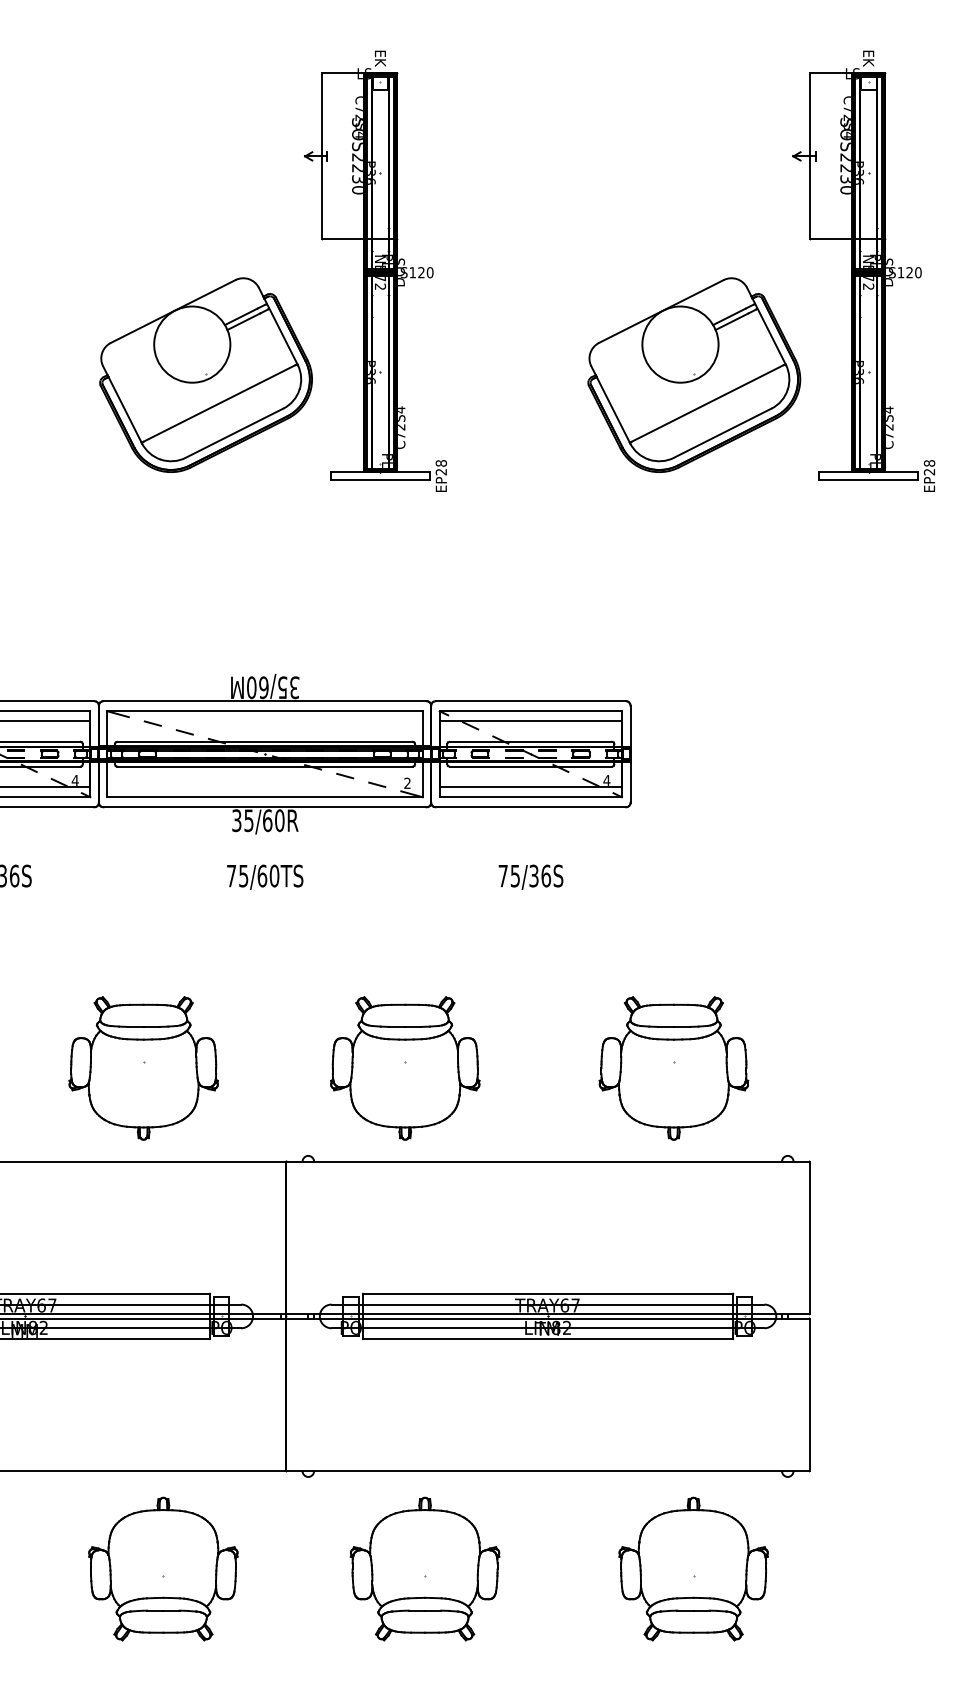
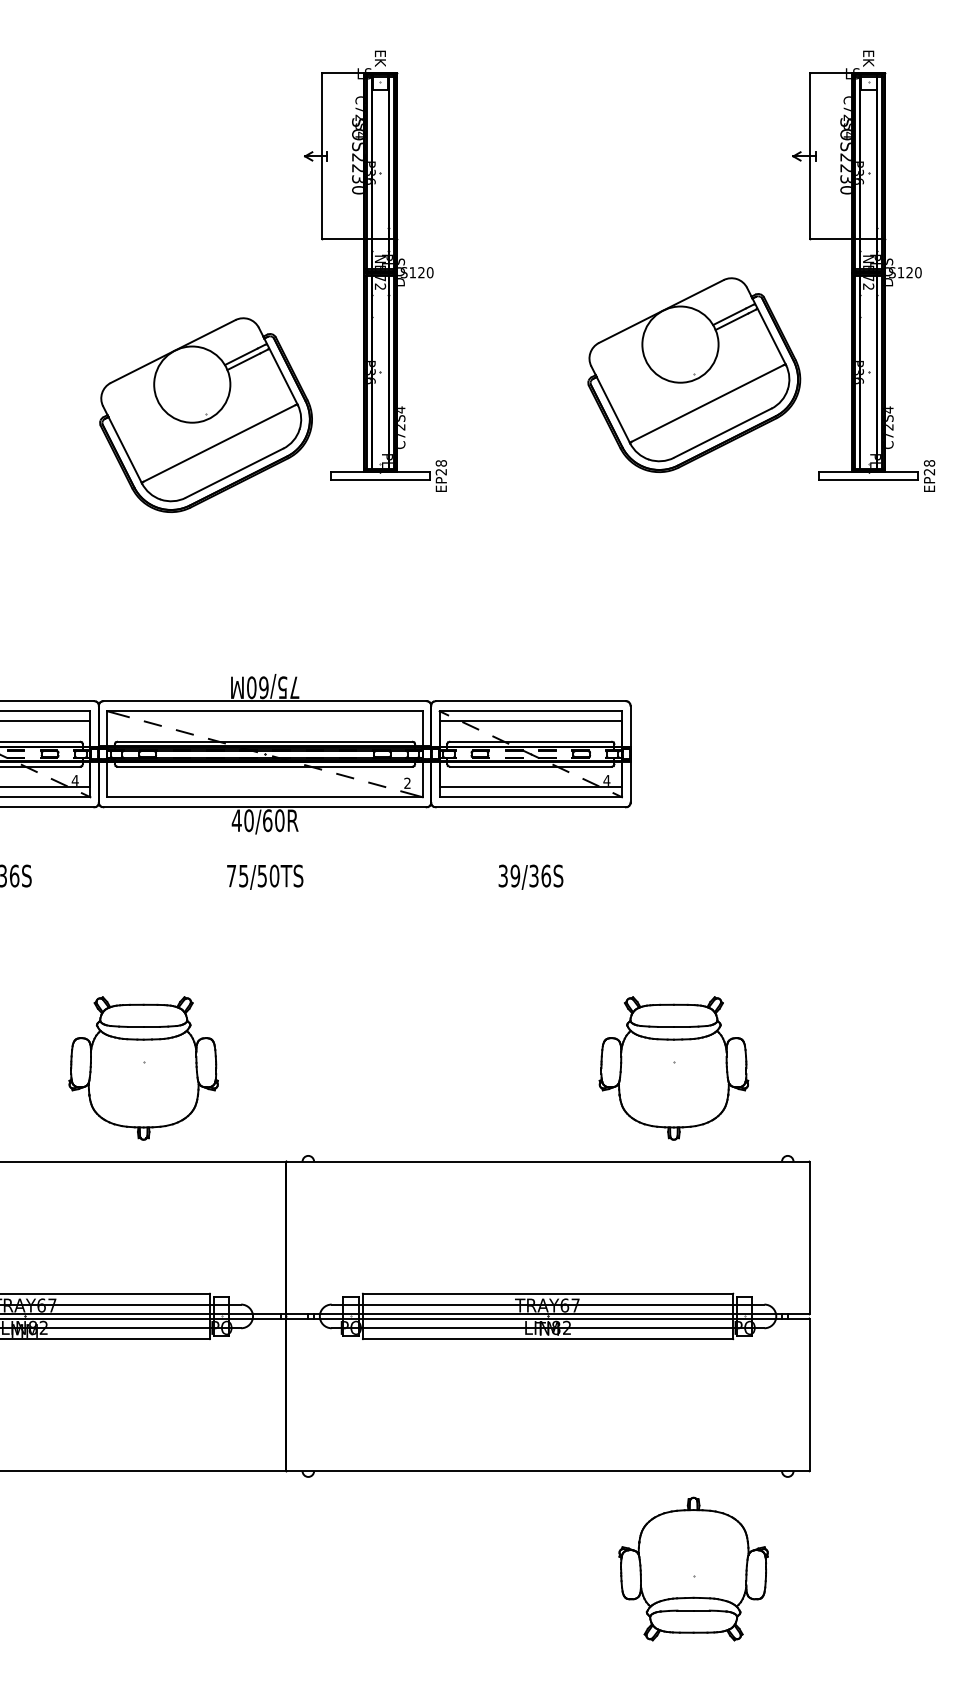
part at (205, 374) position: (205, 374) -> (205, 414)
text at (294, 687): 35/60M -> 75/60M
text at (242, 820): 35/60R -> 40/60R
text at (262, 875): 75/60TS -> 75/50TS
text at (509, 875): 75/36S -> 39/36S
part at (405, 1068): present -> none
part at (163, 1568): present -> none
part at (424, 1568): present -> none
